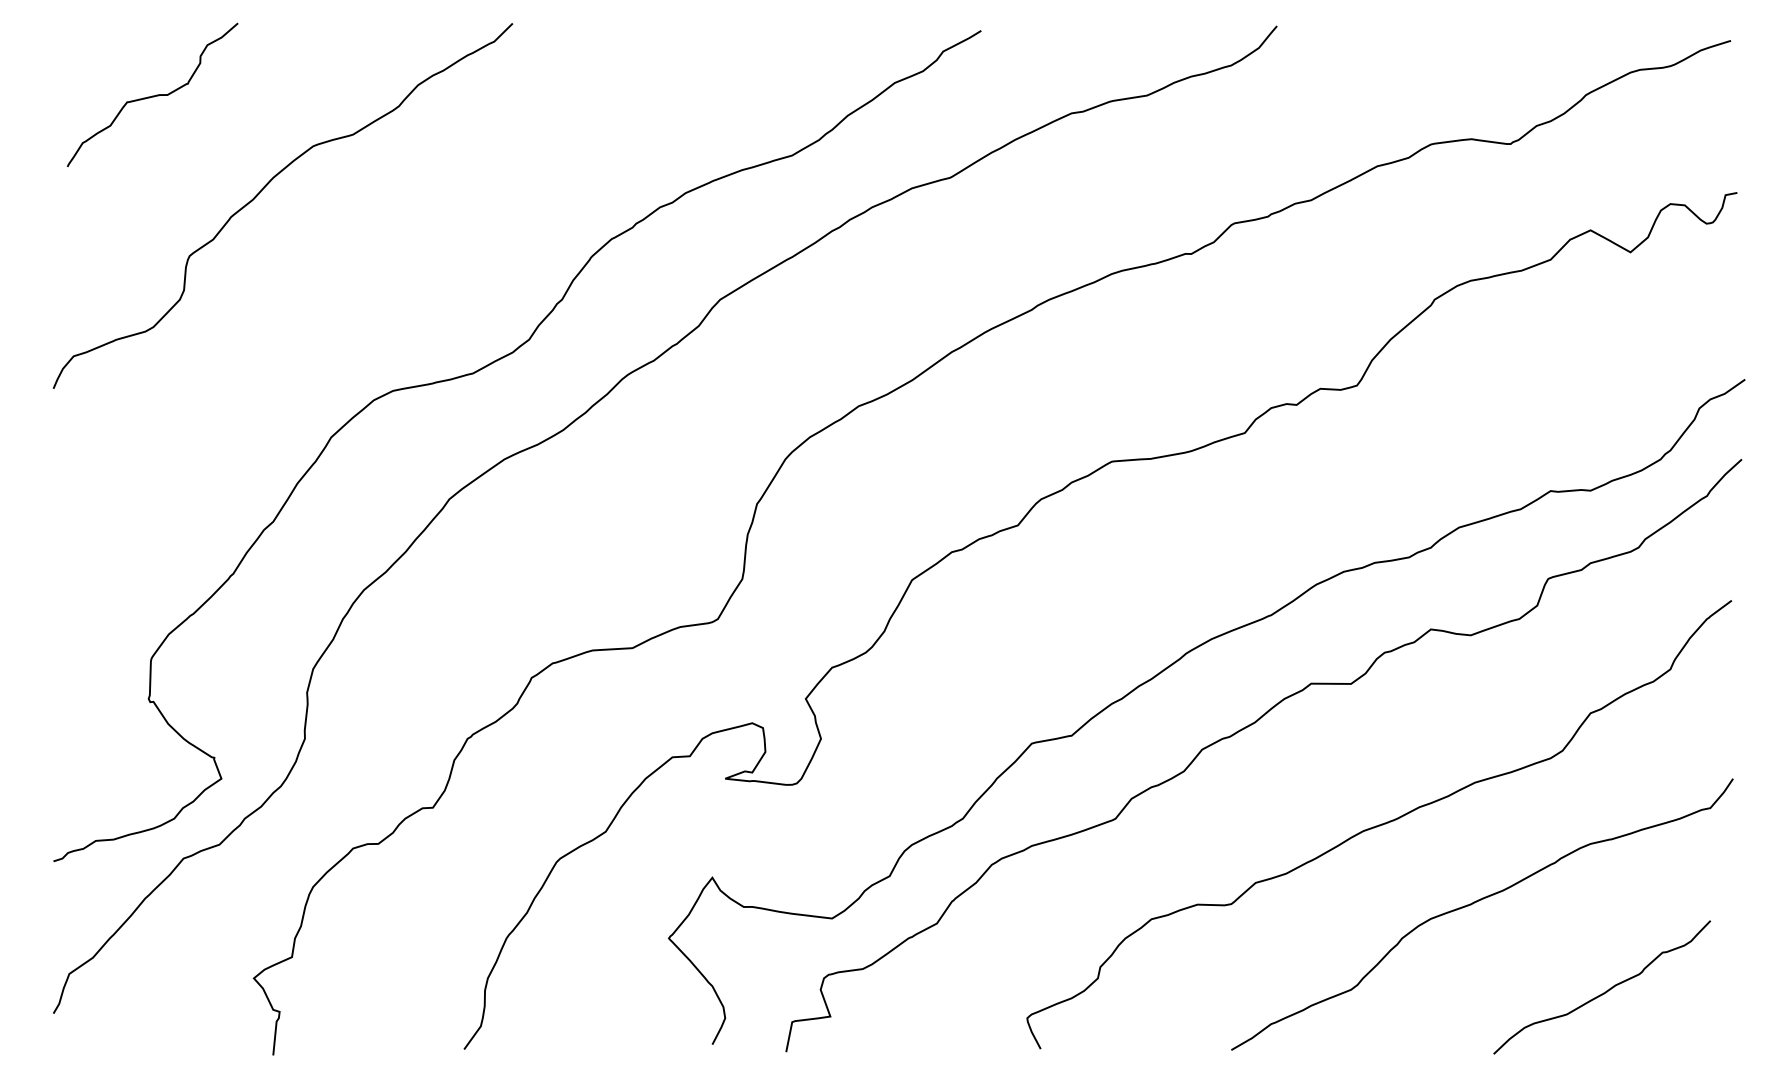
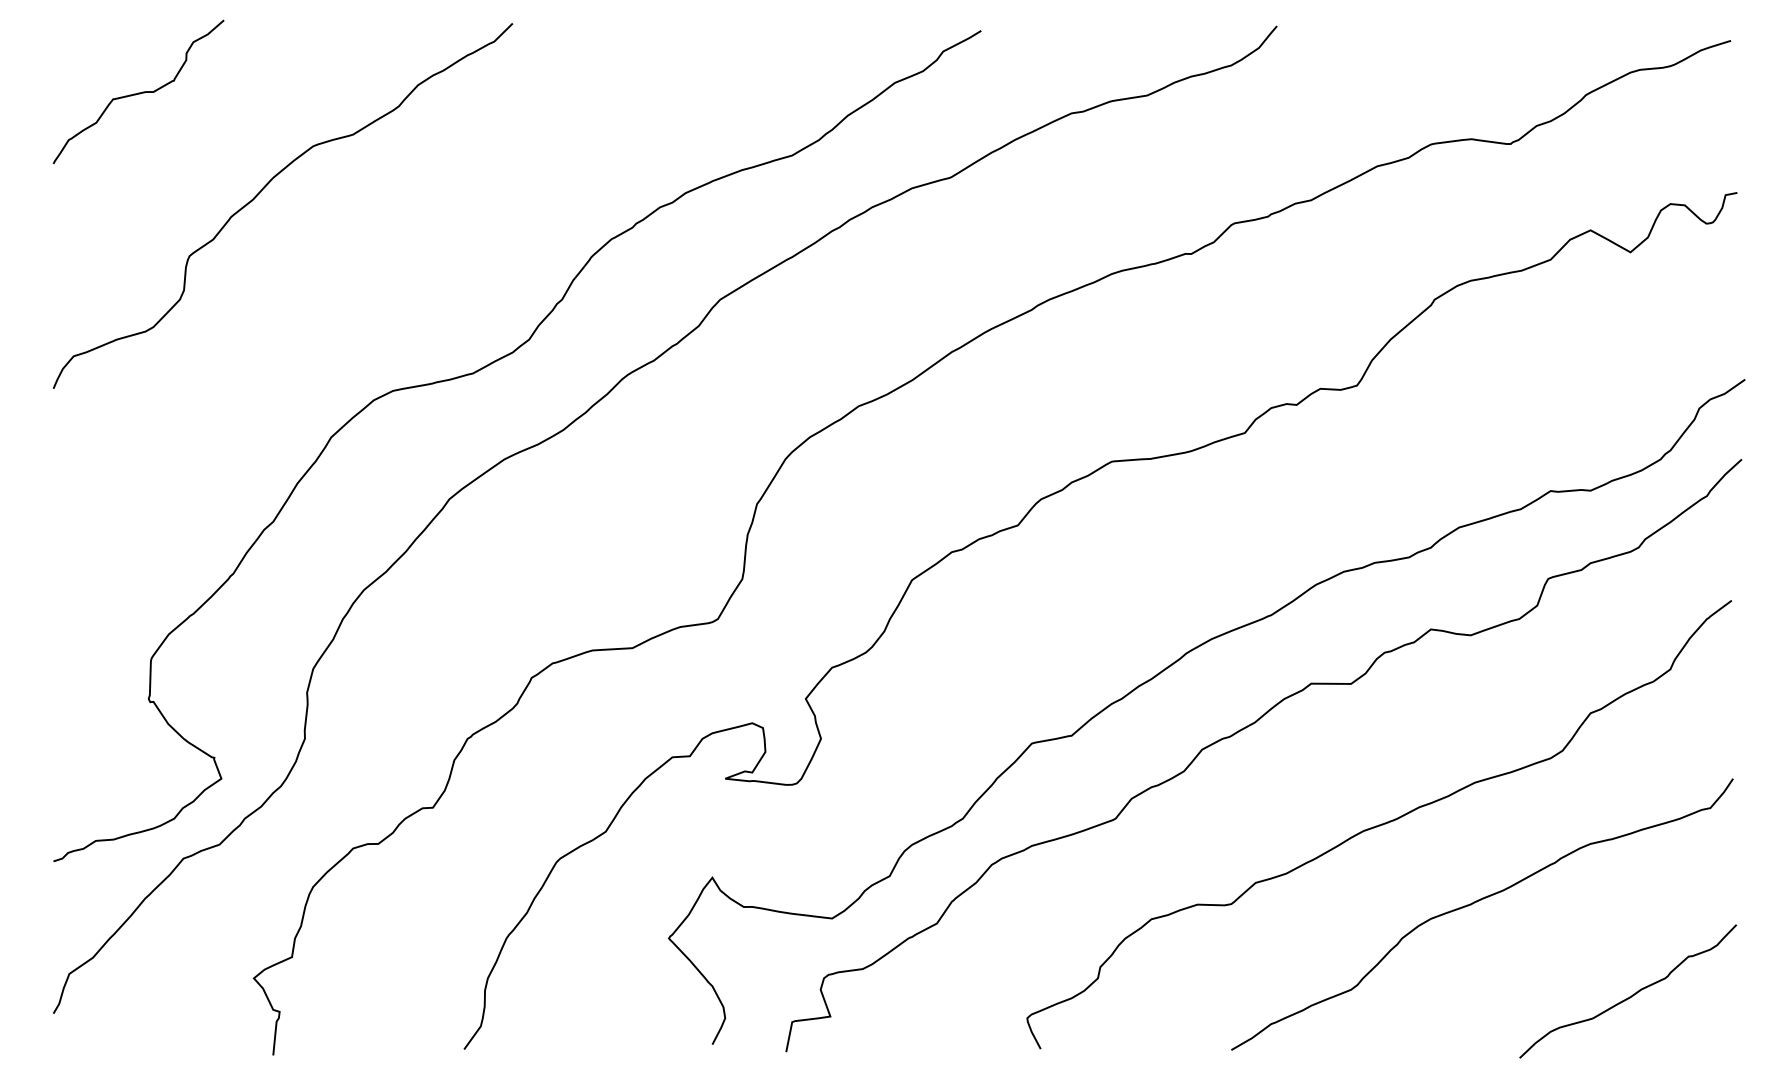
curve at (152, 95) position: (152, 95) -> (138, 92)
curve at (1606, 990) position: (1606, 990) -> (1632, 994)
